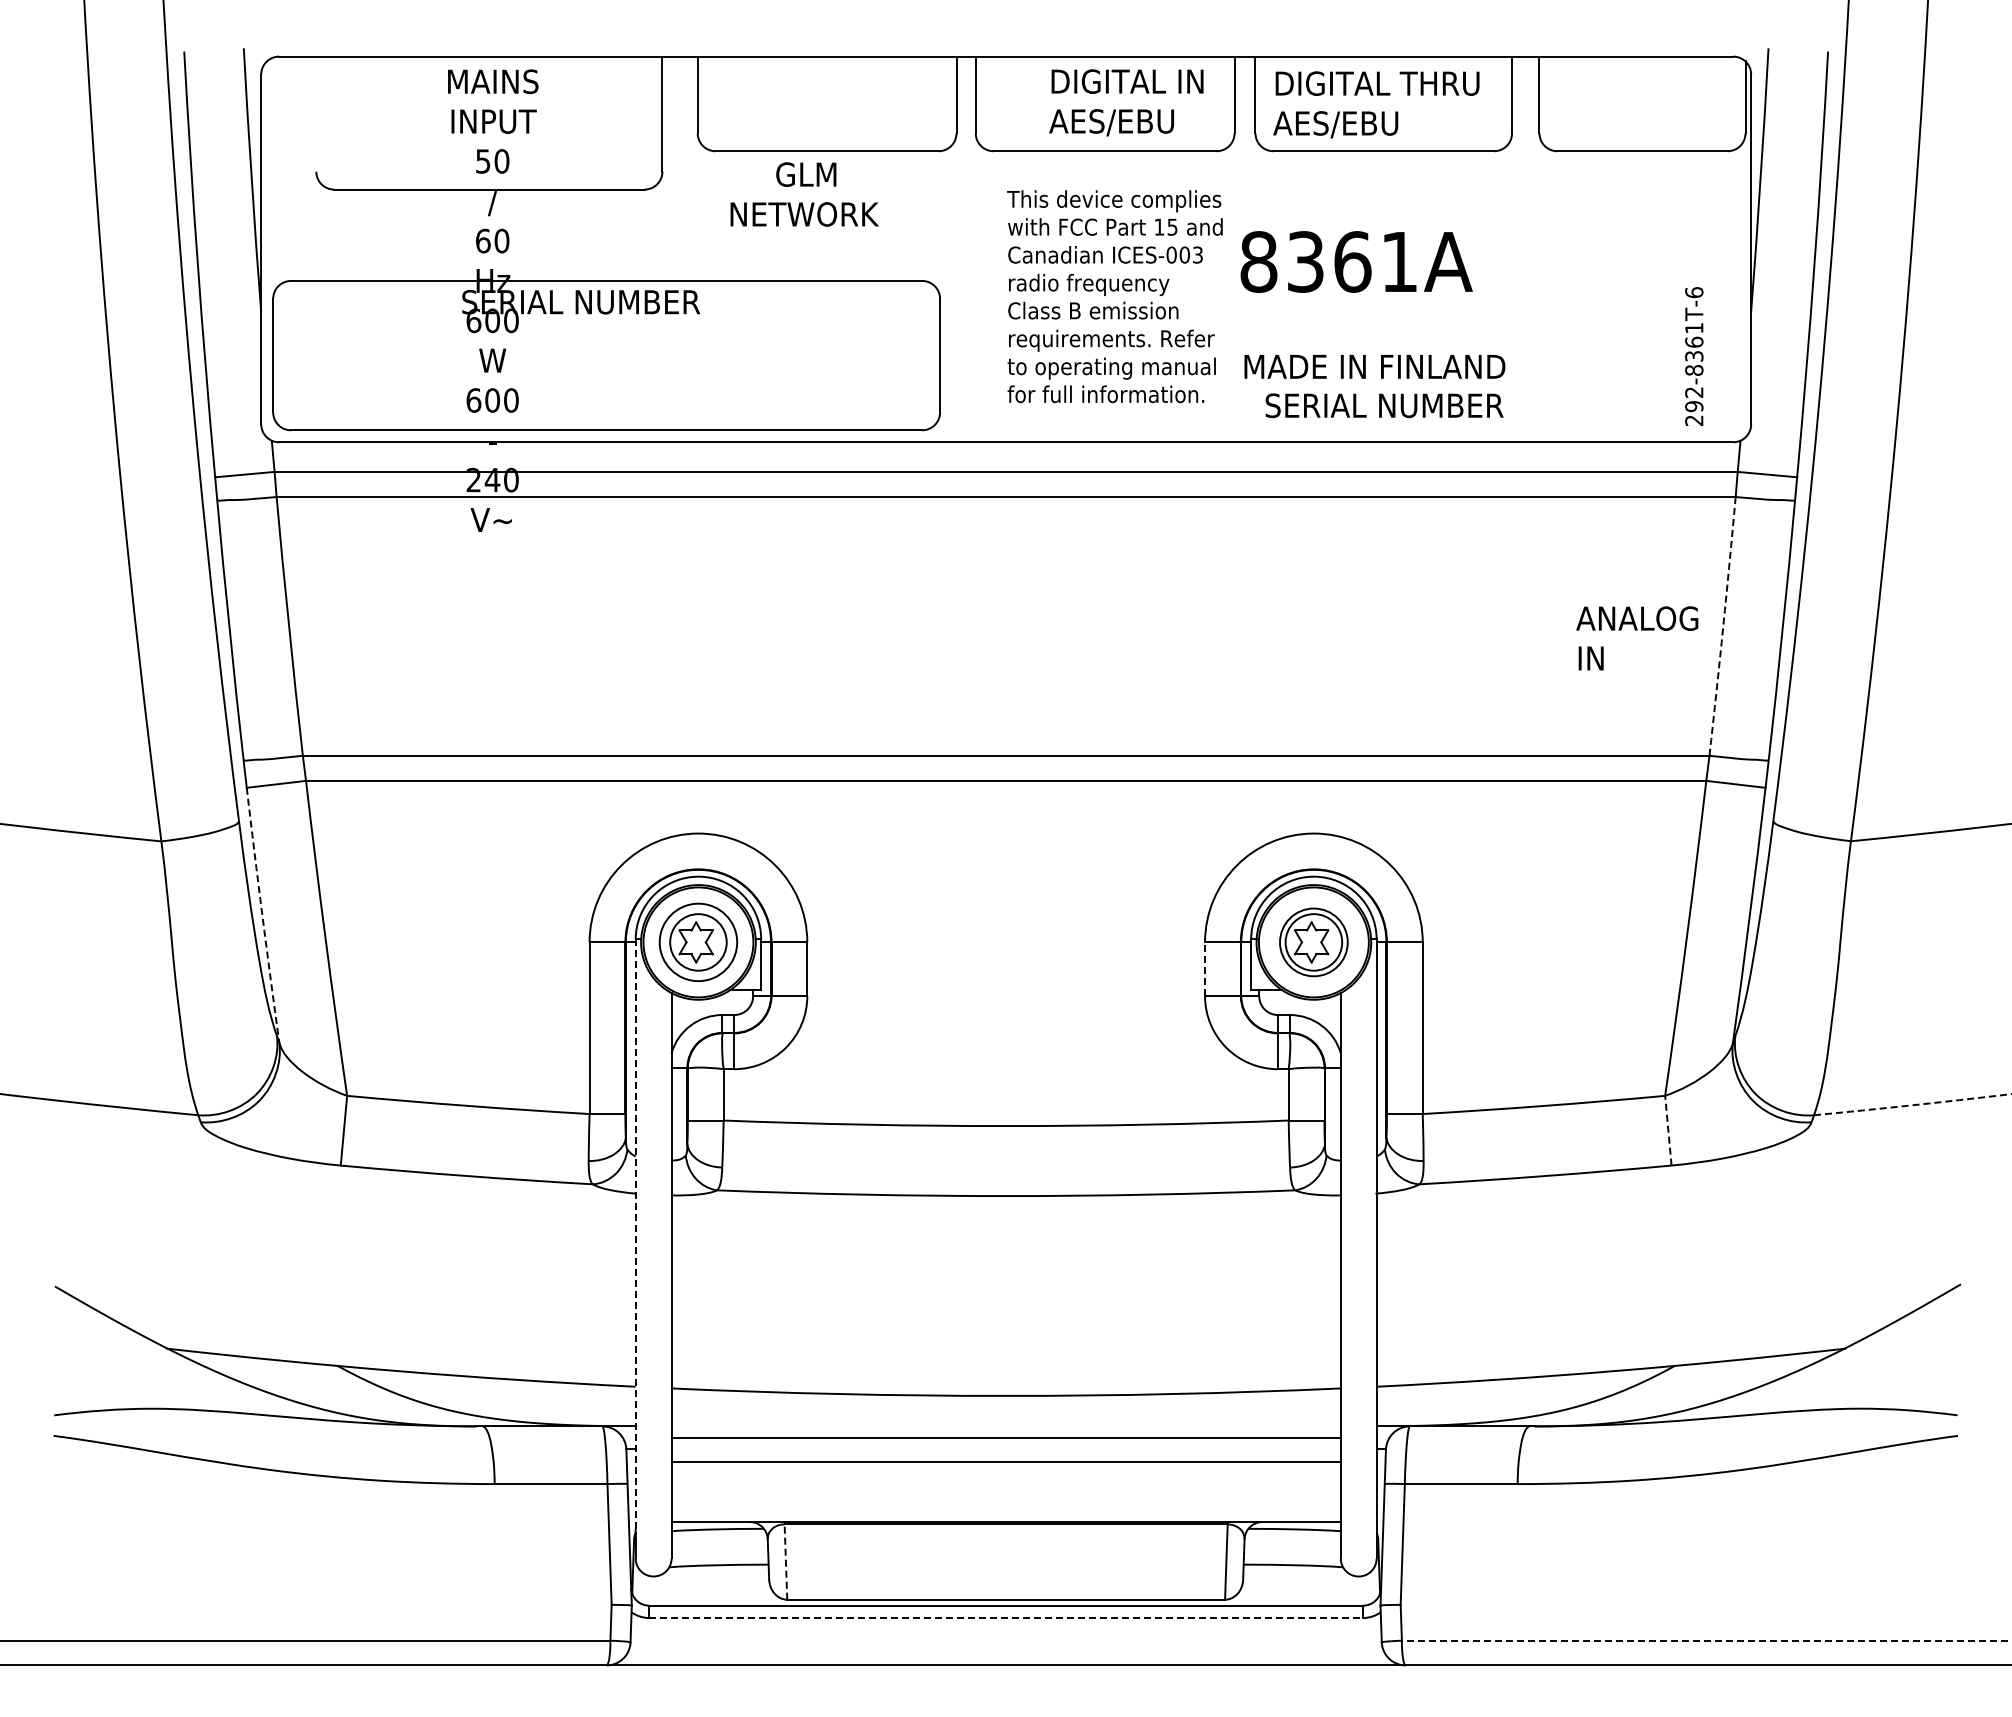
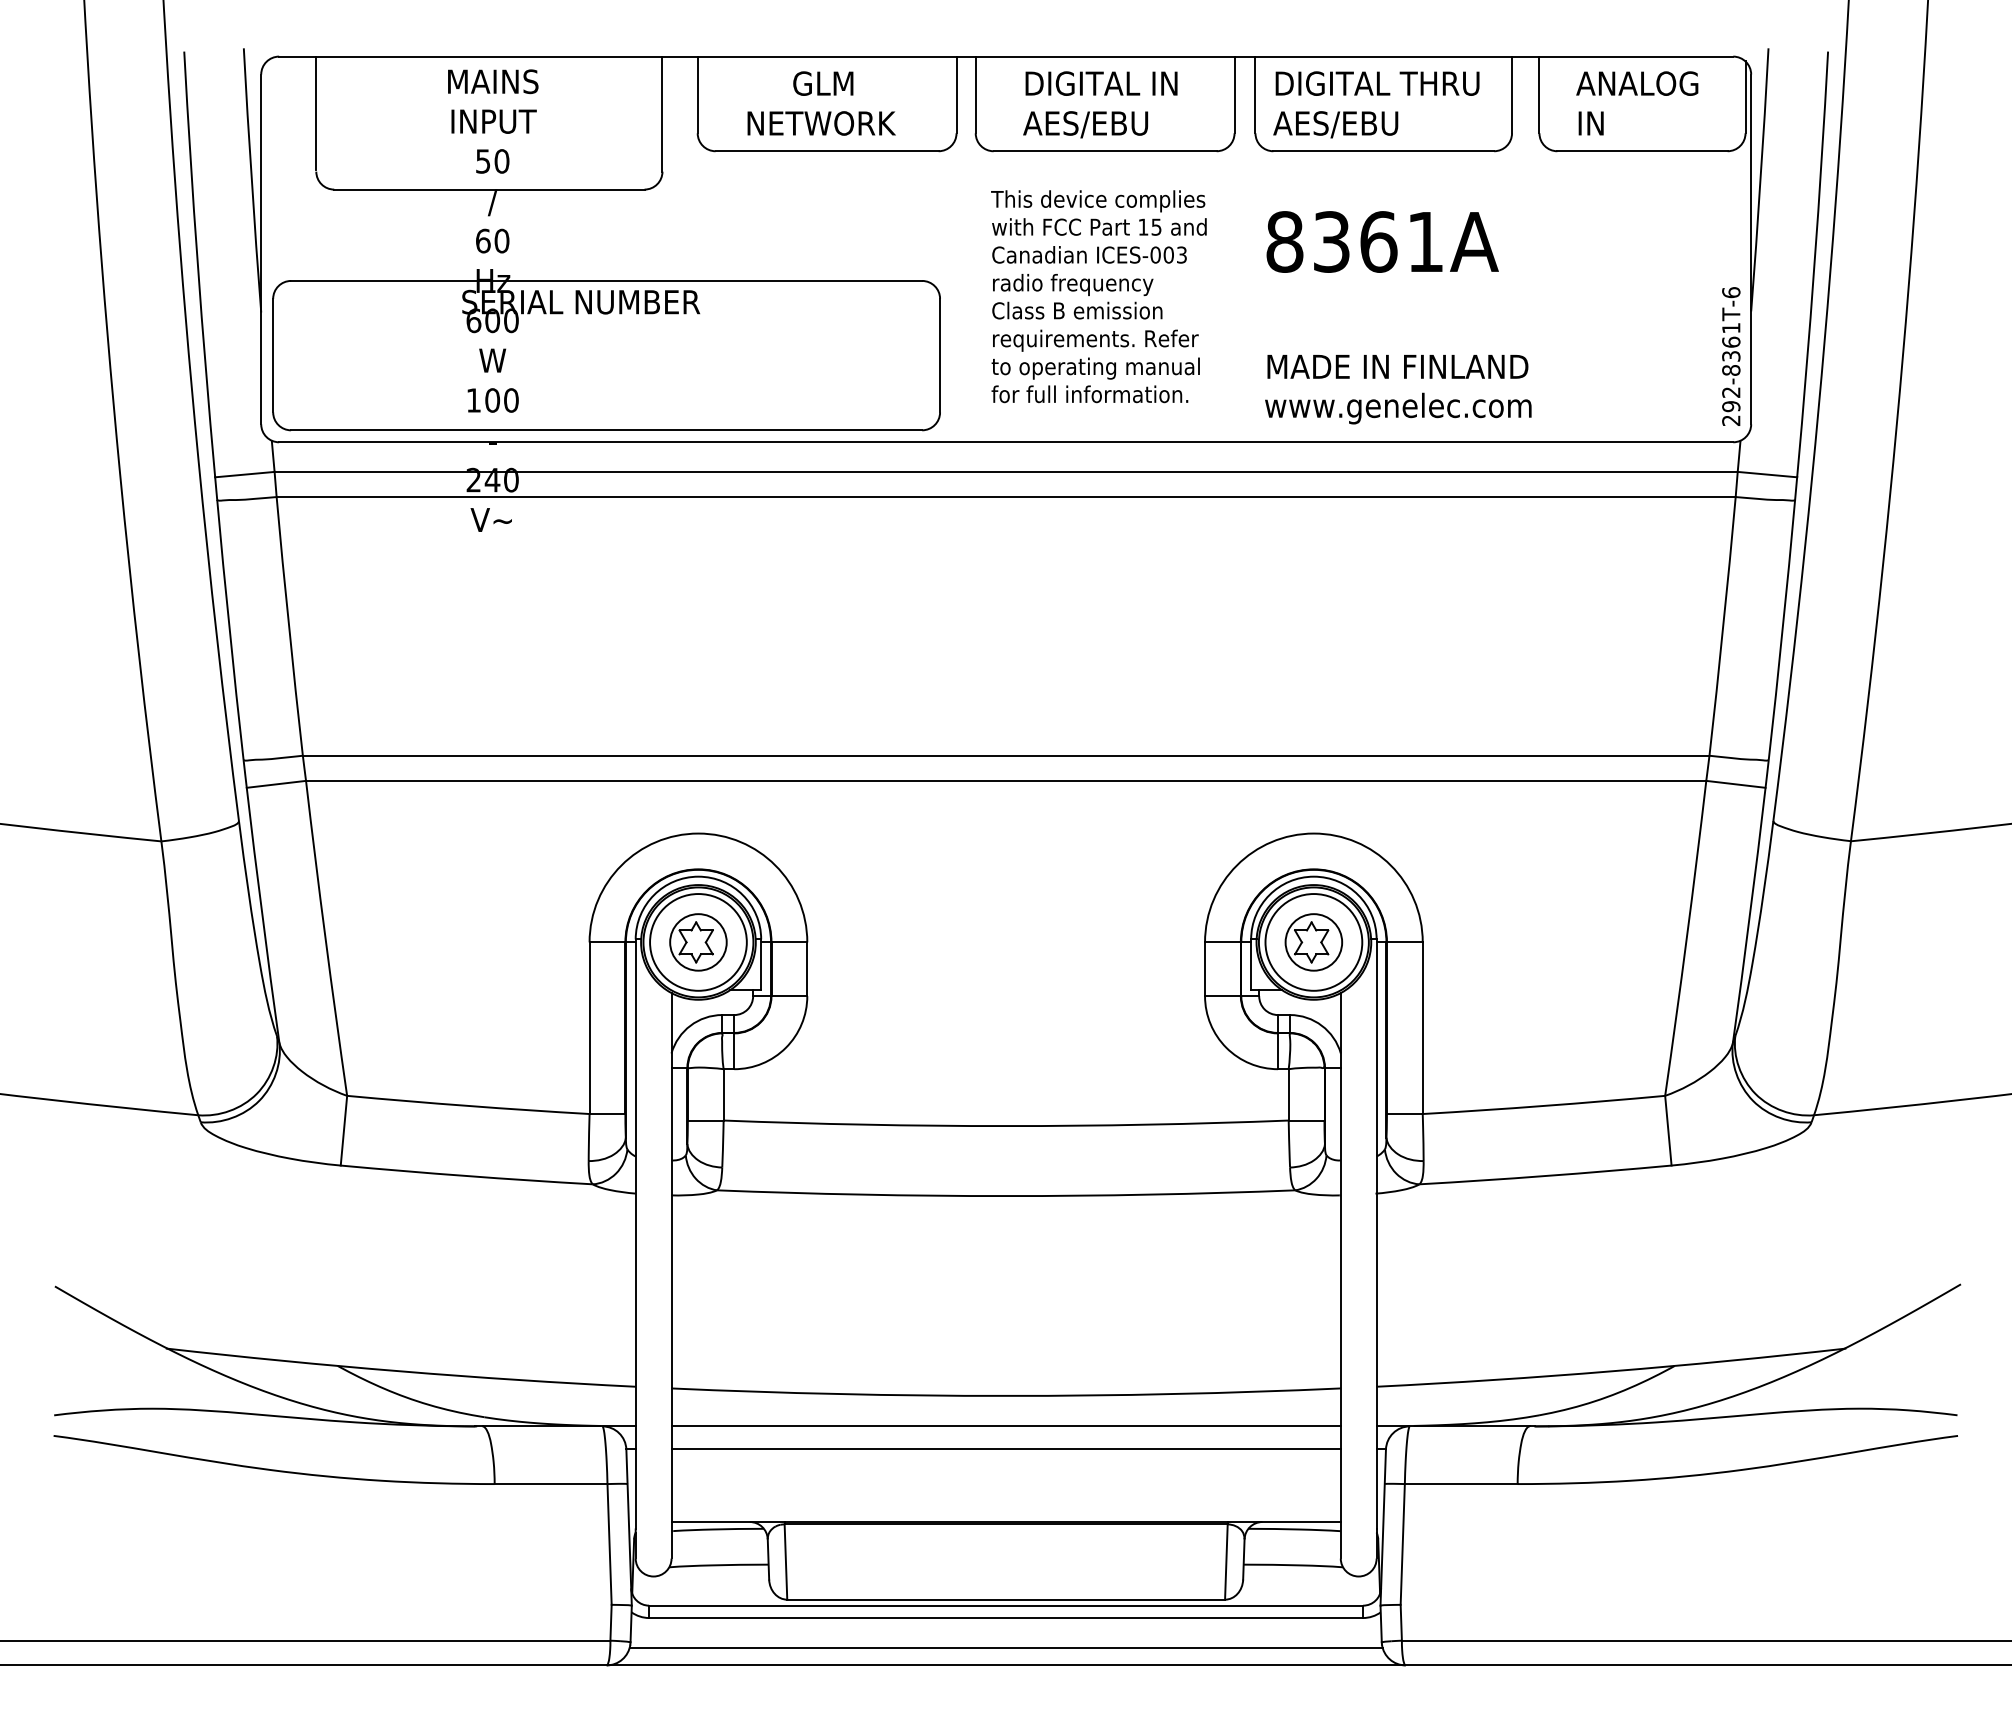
text at (1126, 102) position: (1126, 102) -> (1100, 104)
line at (316, 112): none -> present
text at (804, 194) position: (804, 194) -> (821, 103)
text at (1356, 261) position: (1356, 261) -> (1382, 241)
text at (1114, 296) position: (1114, 296) -> (1098, 296)
text at (1694, 356) position: (1694, 356) -> (1731, 356)
text at (1374, 366) position: (1374, 366) -> (1397, 366)
text at (473, 400): 600 -> 100
text at (1398, 408): SERIAL NUMBER -> www.genelec.com
arc at (1723, 626): dashed -> solid
text at (1637, 638) position: (1637, 638) -> (1637, 103)
arc at (262, 915): dashed -> solid
circle at (698, 942) diameter: 77 px -> 97 px
circle at (1313, 942) diameter: 68 px -> 97 px
line at (1205, 969): dashed -> solid
arc at (1913, 1105): dashed -> solid
line at (1668, 1130): dashed -> solid
line at (635, 1234): dashed -> solid
line at (1005, 1438) position: (1005, 1438) -> (1005, 1426)
line at (1005, 1462) position: (1005, 1462) -> (1005, 1449)
line at (785, 1562): dashed -> solid
line at (1006, 1618): dashed -> solid
line at (1706, 1640): dashed -> solid
line at (1005, 1648): none -> present
